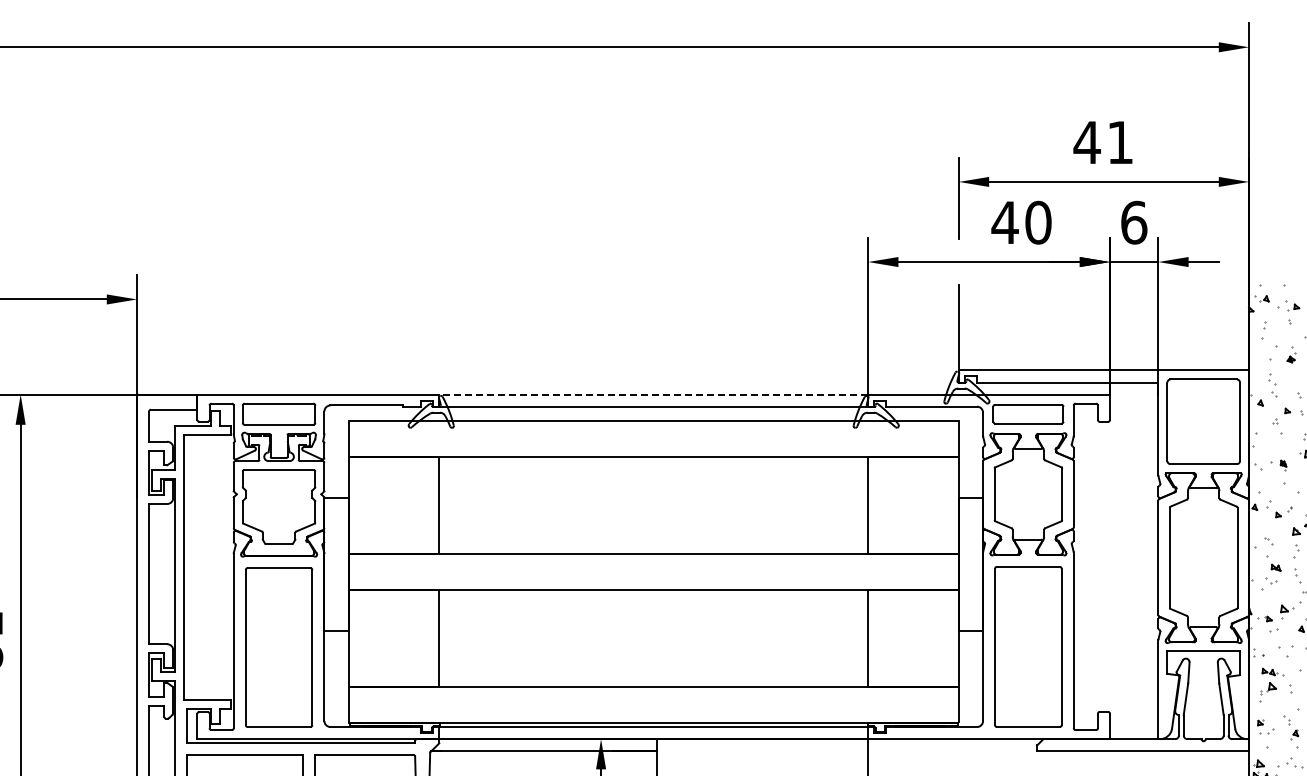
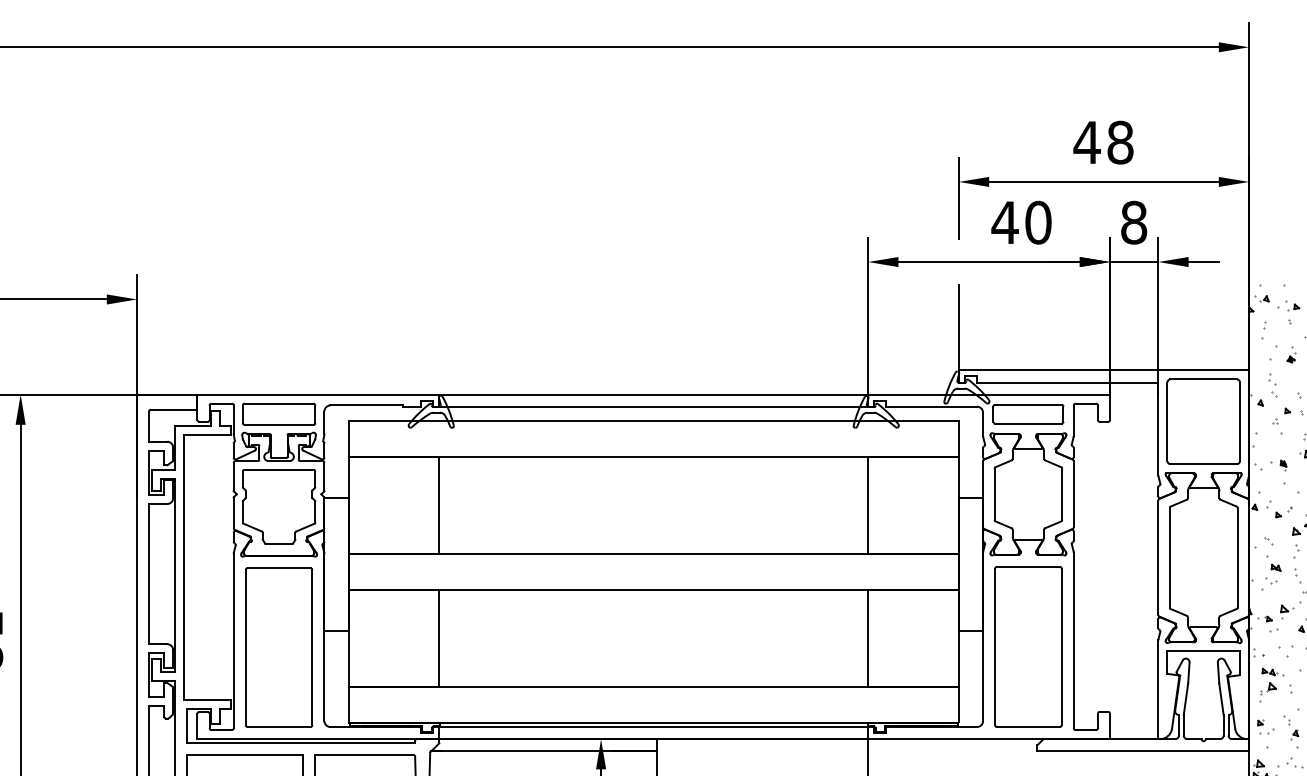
text at (1120, 142): 41 -> 48
text at (1134, 222): 6 -> 8
line at (653, 394): dashed -> solid
